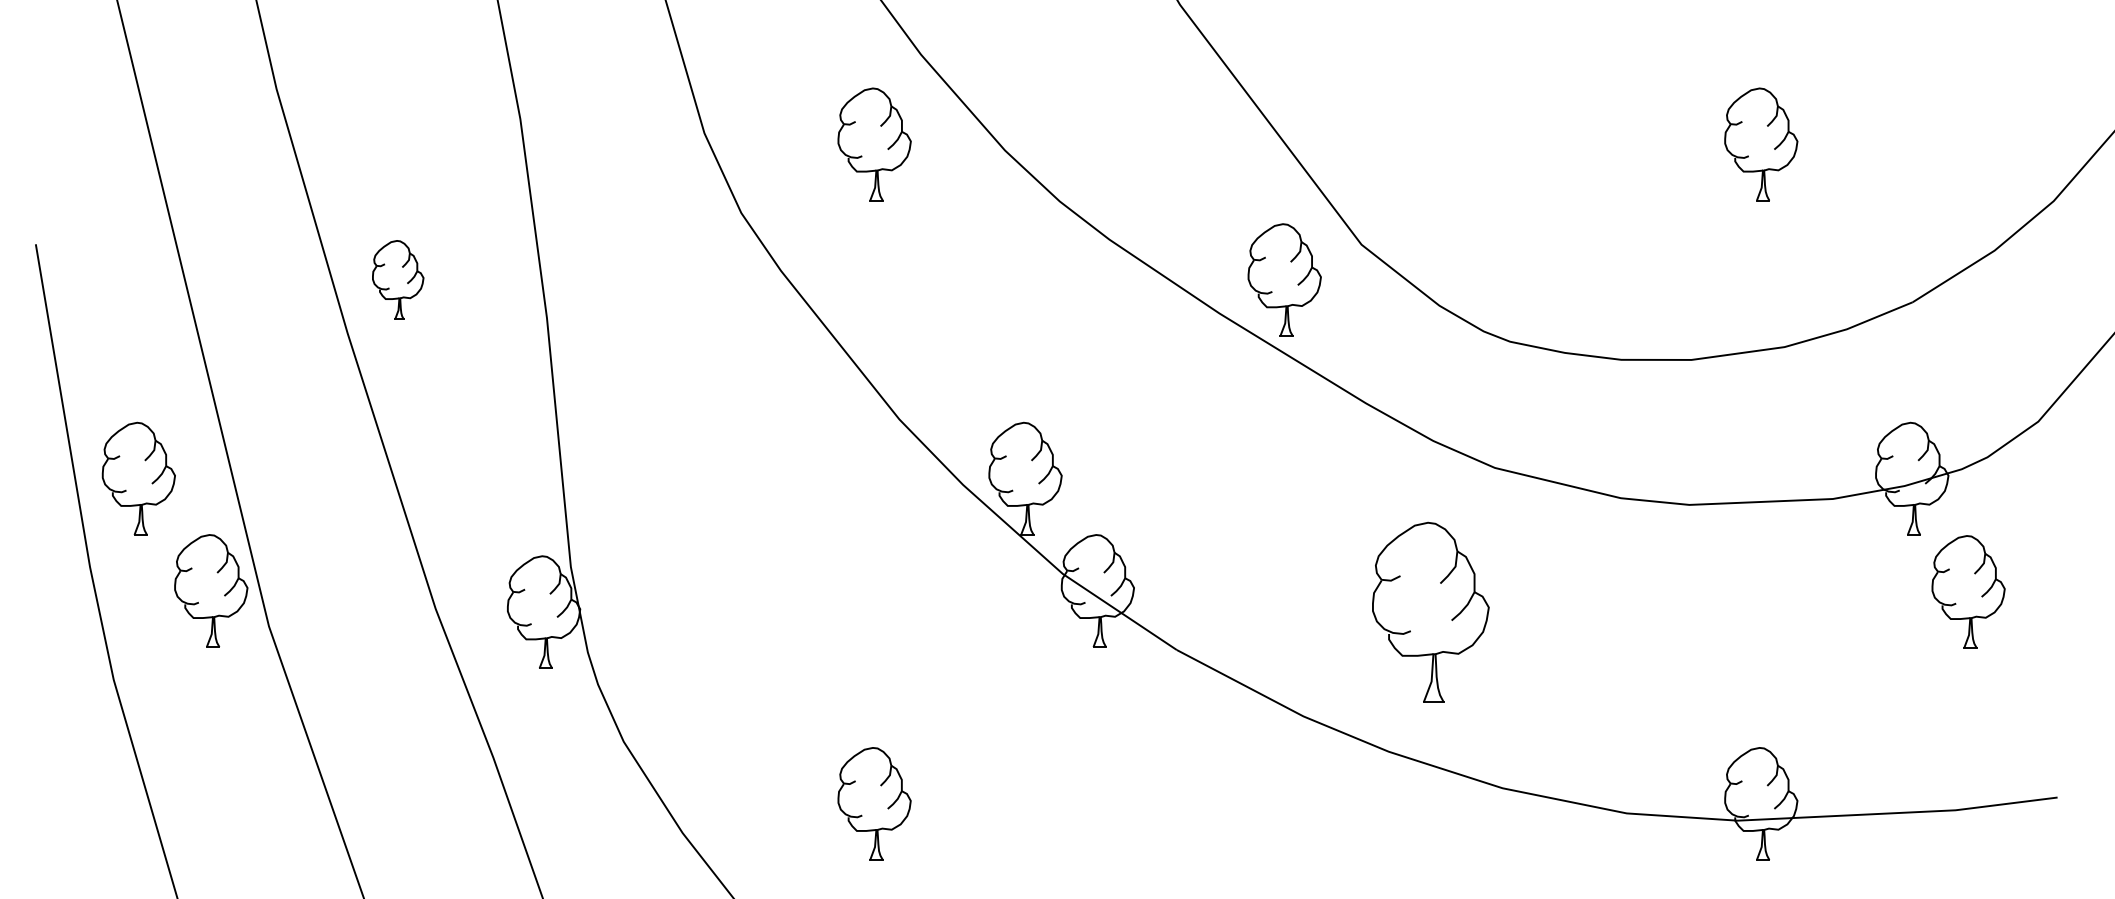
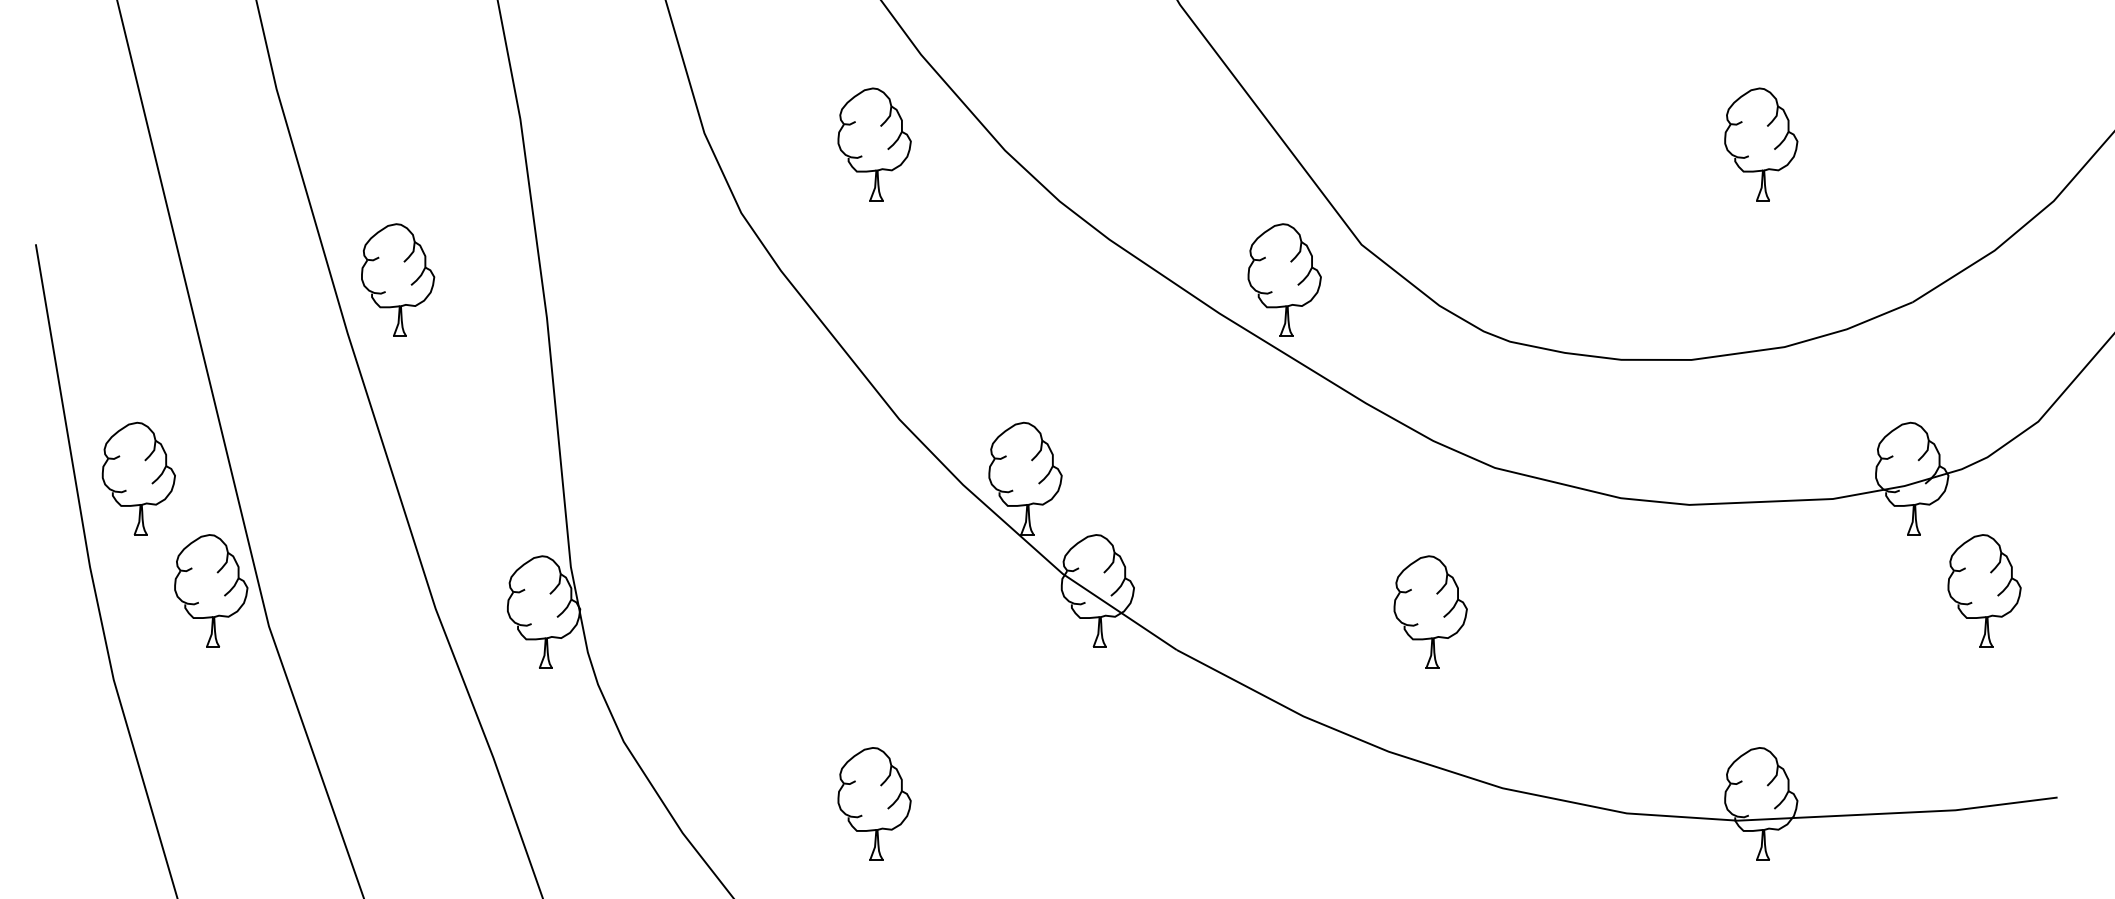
part at (398, 279) size: 53x80 px -> 75x114 px
part at (1968, 591) position: (1968, 591) -> (1984, 590)
part at (1430, 611) size: 118x182 px -> 75x114 px
